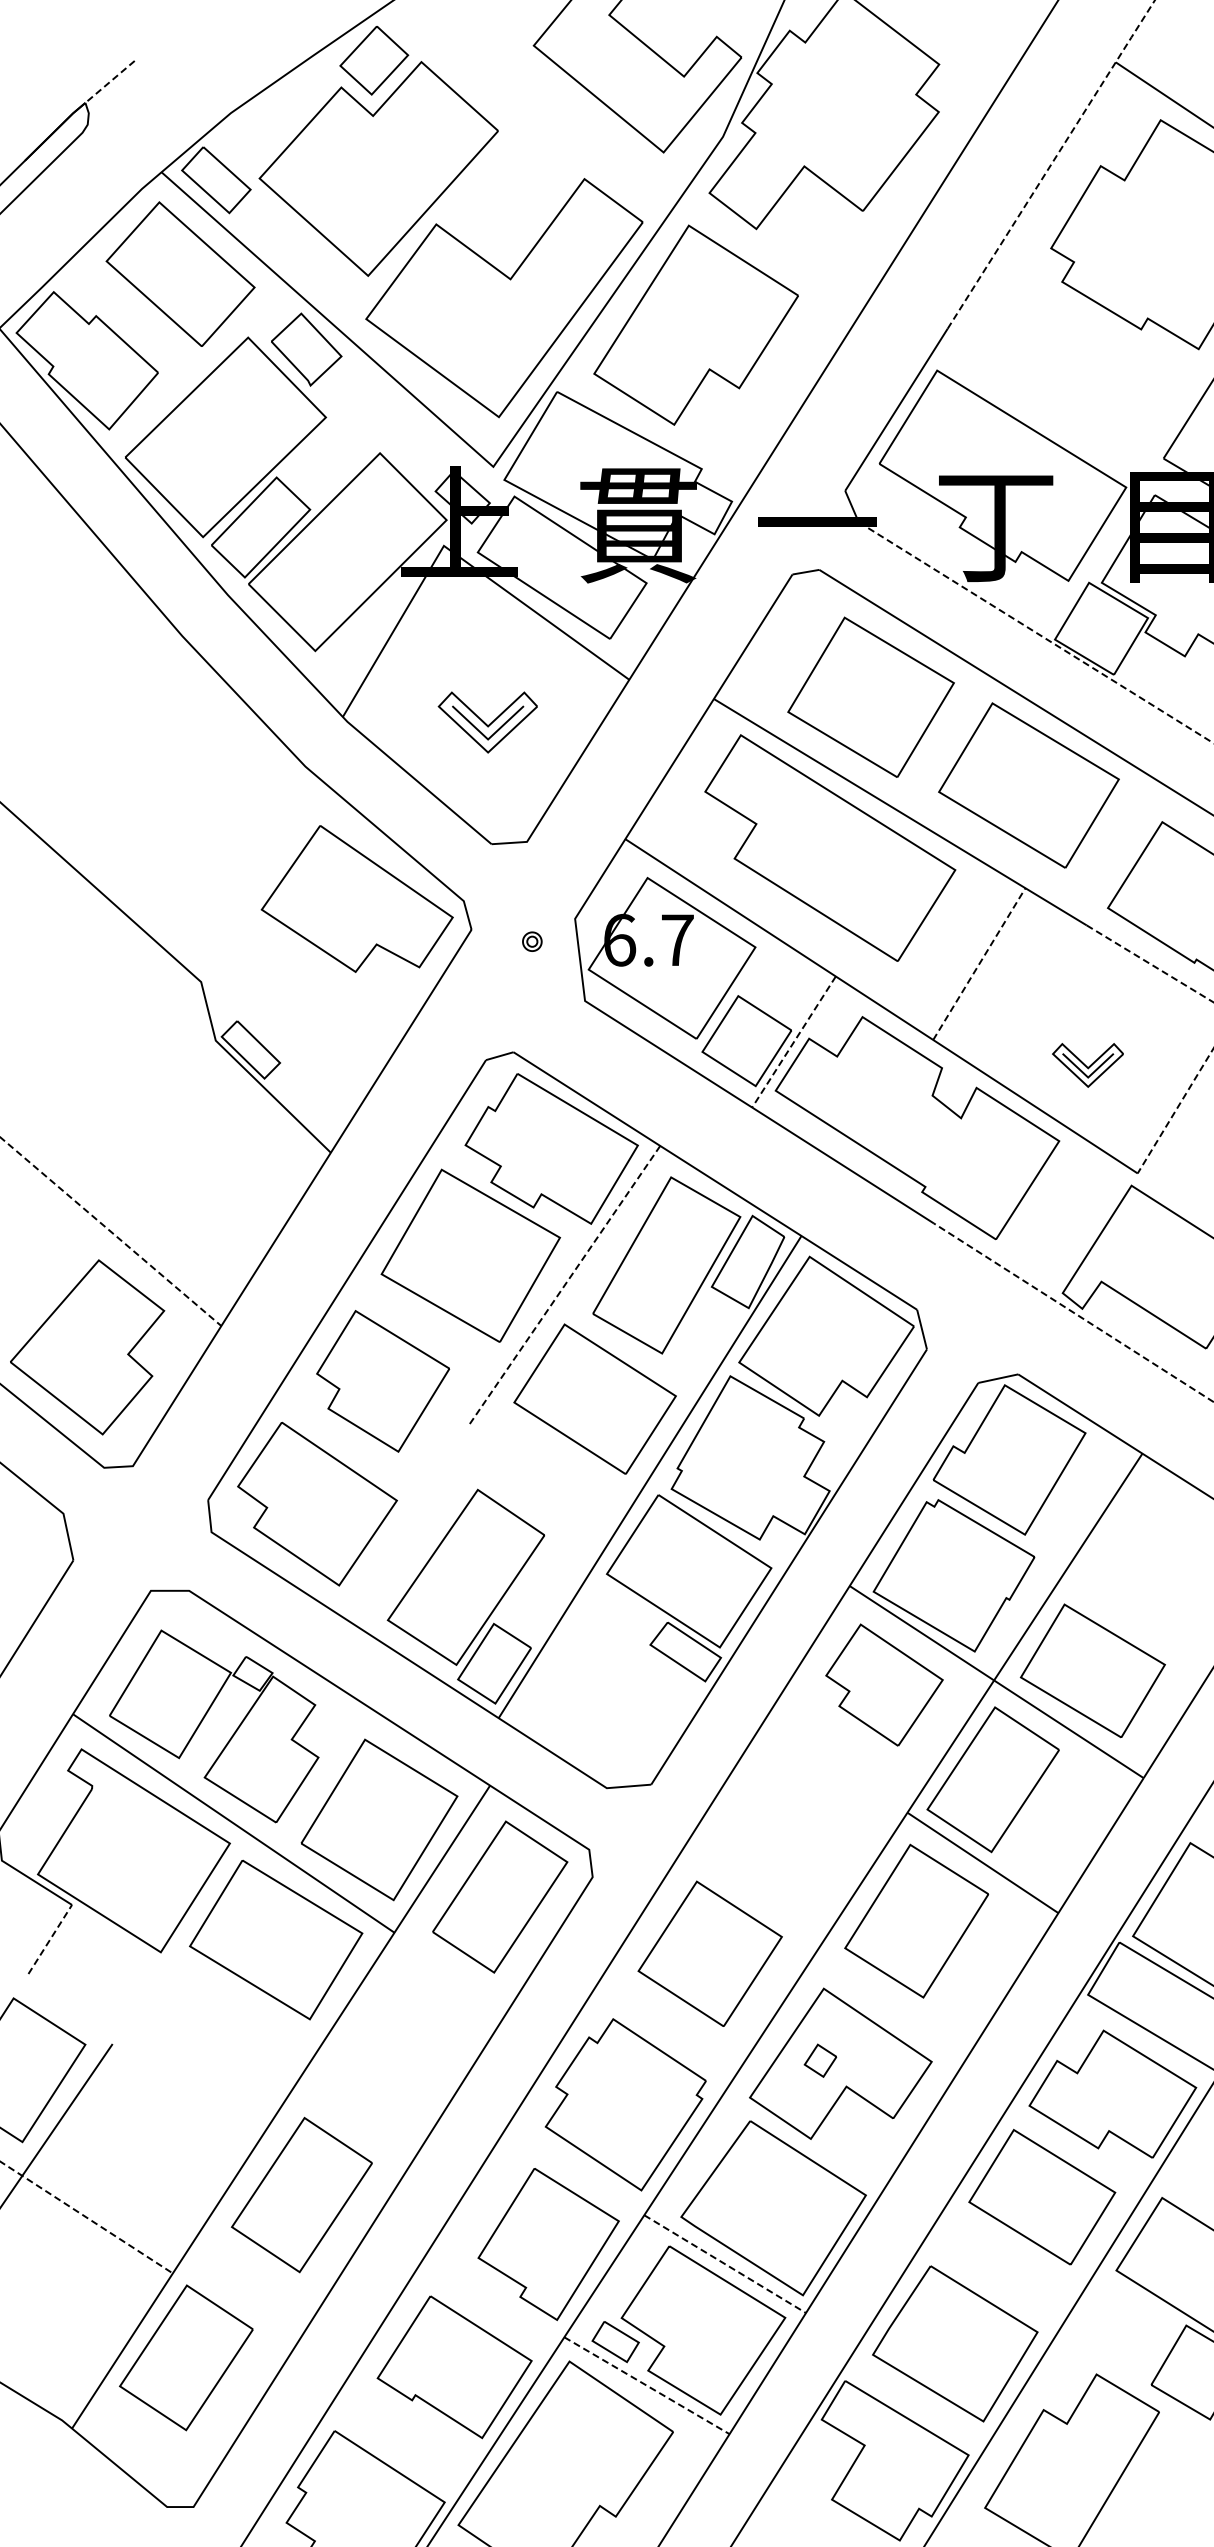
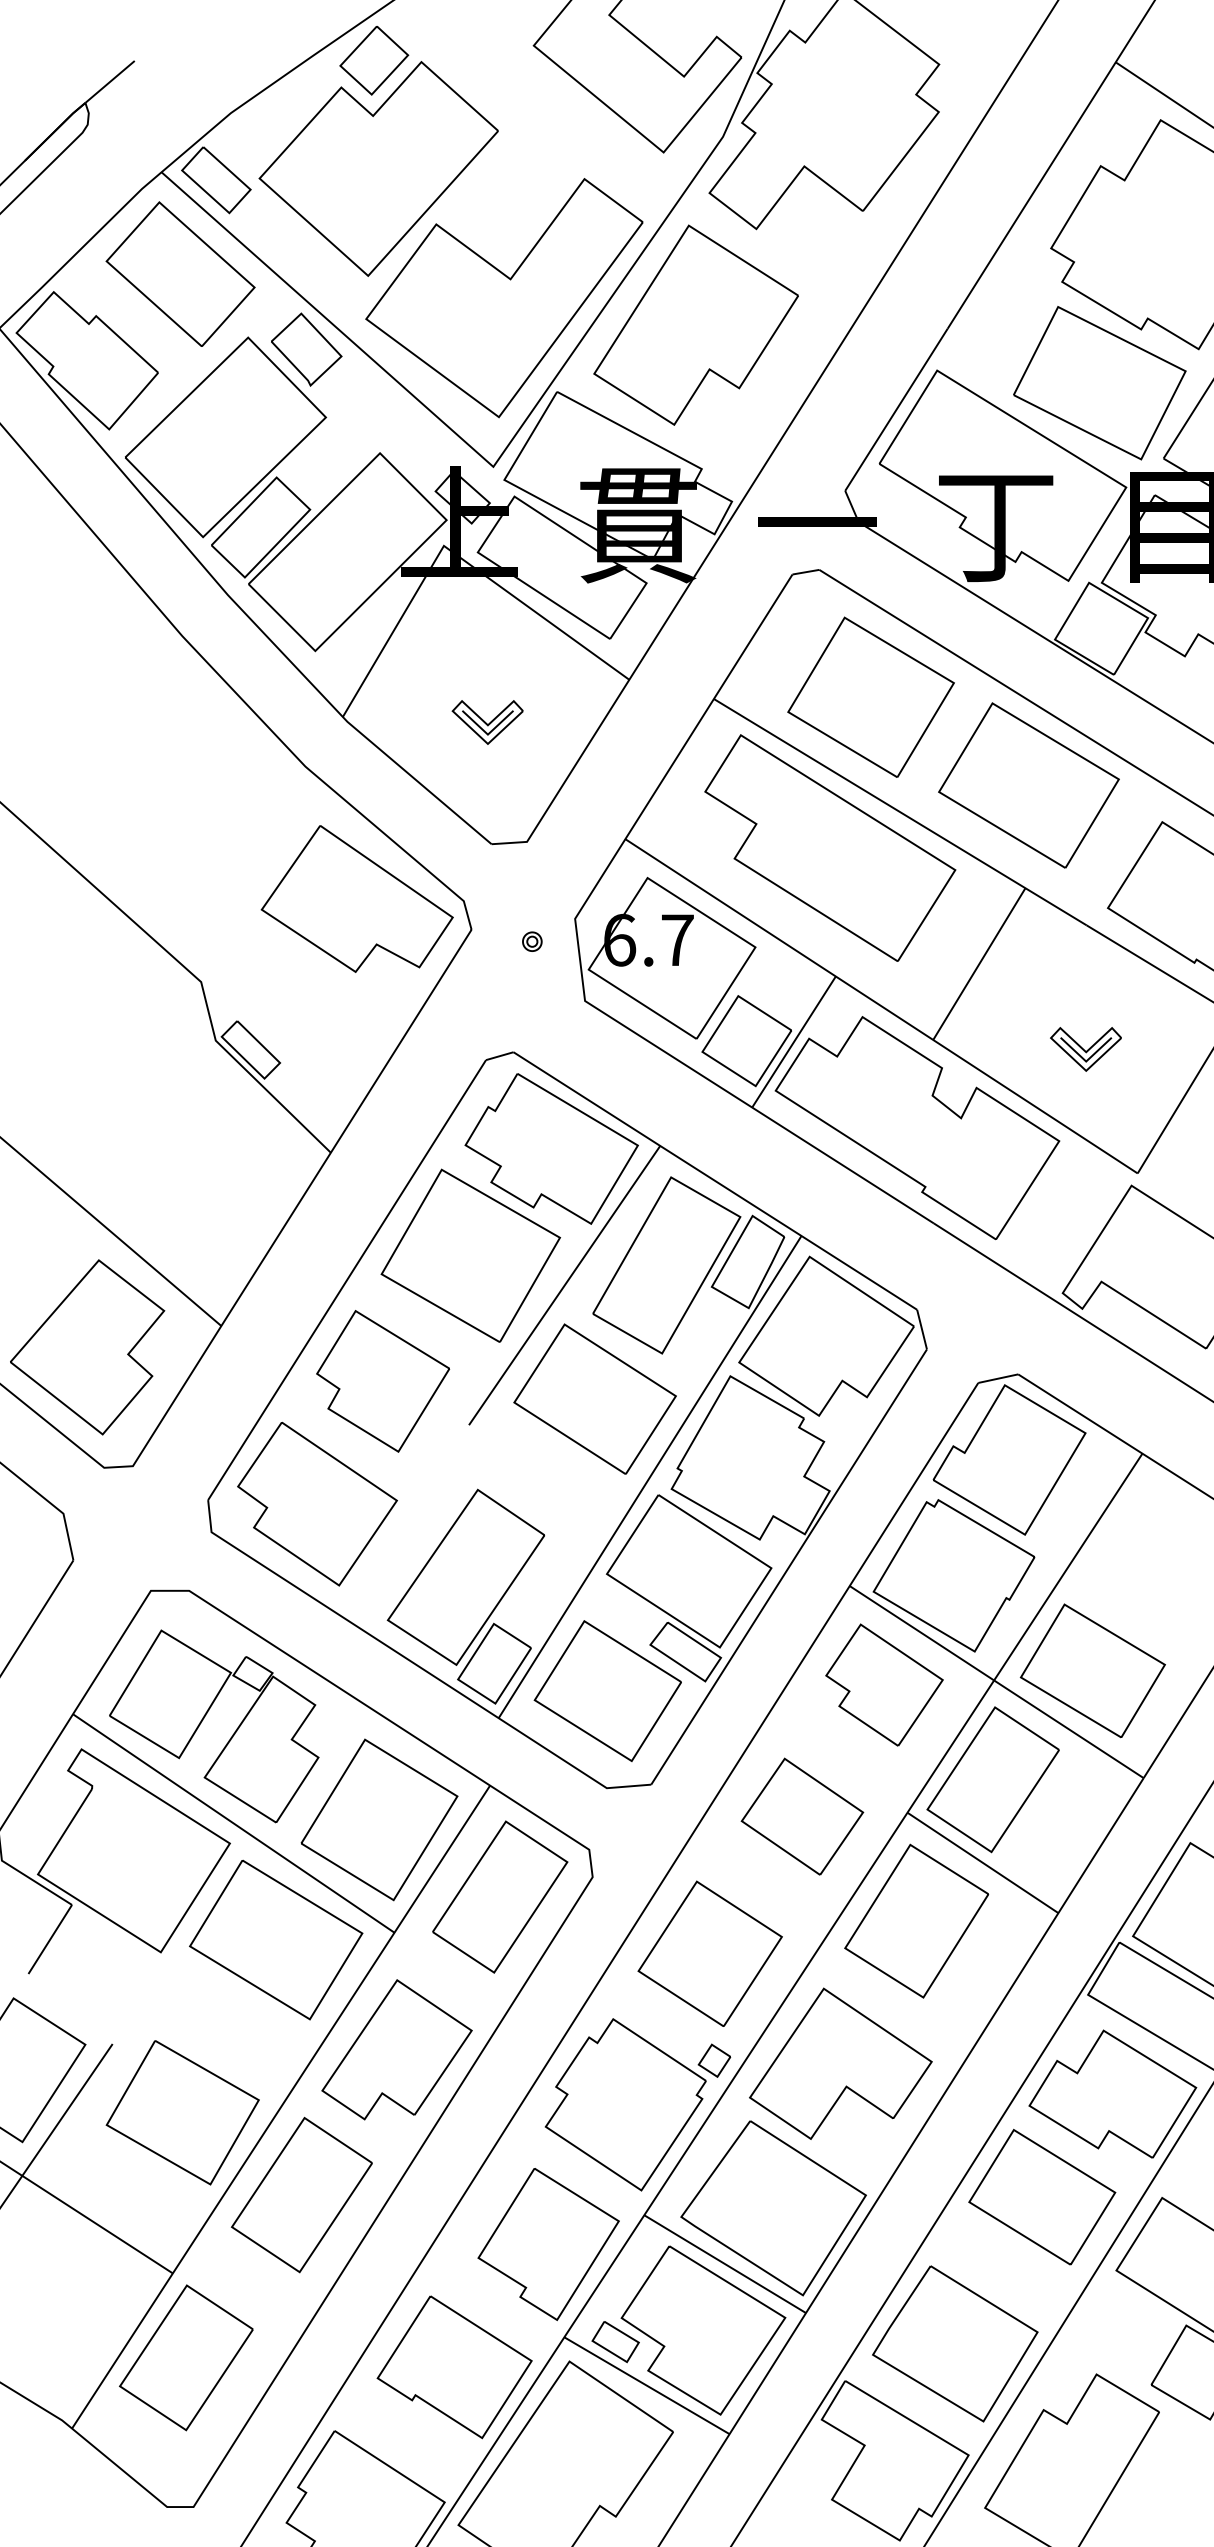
line at (109, 82): dashed -> solid
line at (1051, 163): dashed -> solid
part at (1099, 383): none -> present
line at (1035, 632): dashed -> solid
part at (487, 722) size: 101x63 px -> 73x45 px
line at (979, 964): dashed -> solid
line at (1213, 1002): dashed -> solid
line at (794, 1042): dashed -> solid
part at (1087, 1065) position: (1087, 1065) -> (1085, 1049)
line at (110, 1231): dashed -> solid
line at (564, 1285): dashed -> solid
line at (1073, 1312): dashed -> solid
part at (607, 1690): none -> present
part at (802, 1816): none -> present
line at (50, 1939): dashed -> solid
part at (396, 2049): none -> present
part at (820, 2060) position: (820, 2060) -> (714, 2060)
part at (182, 2112): none -> present
line at (86, 2217): dashed -> solid
line at (725, 2264): dashed -> solid
line at (646, 2385): dashed -> solid
